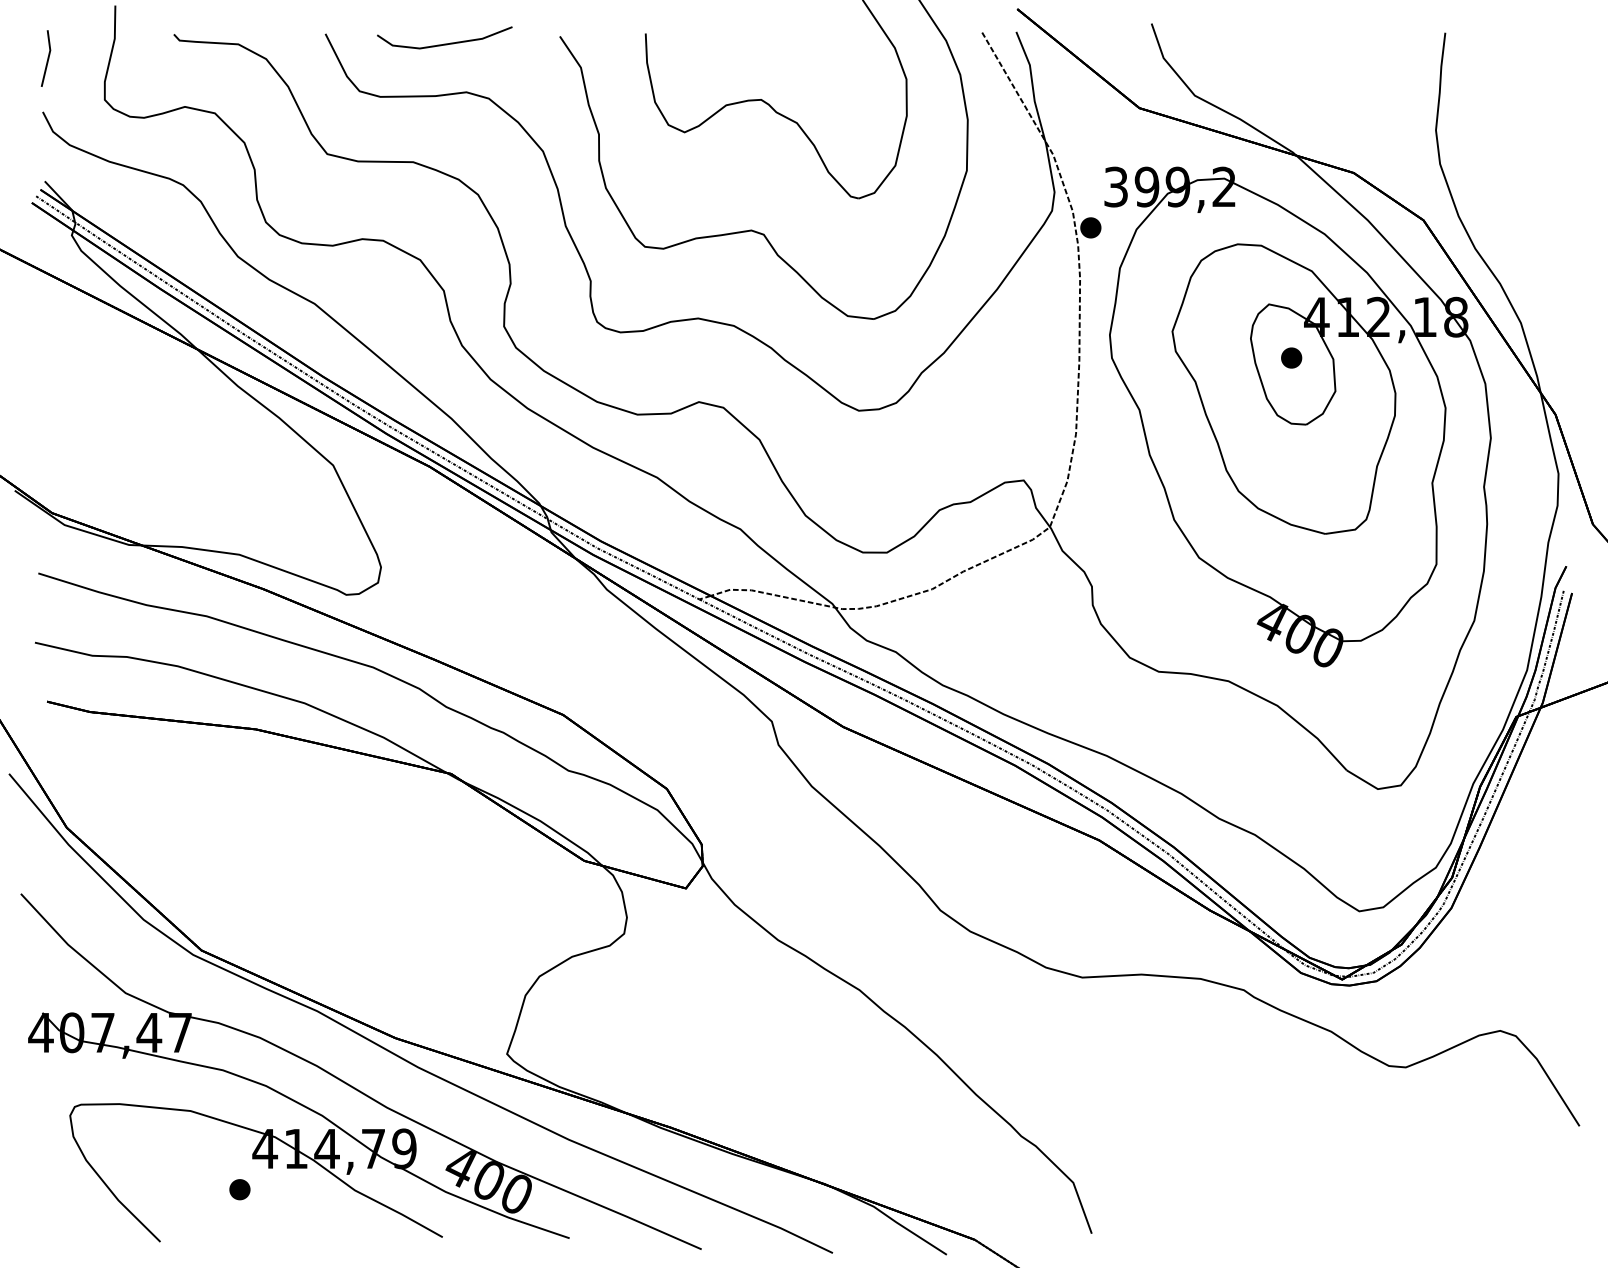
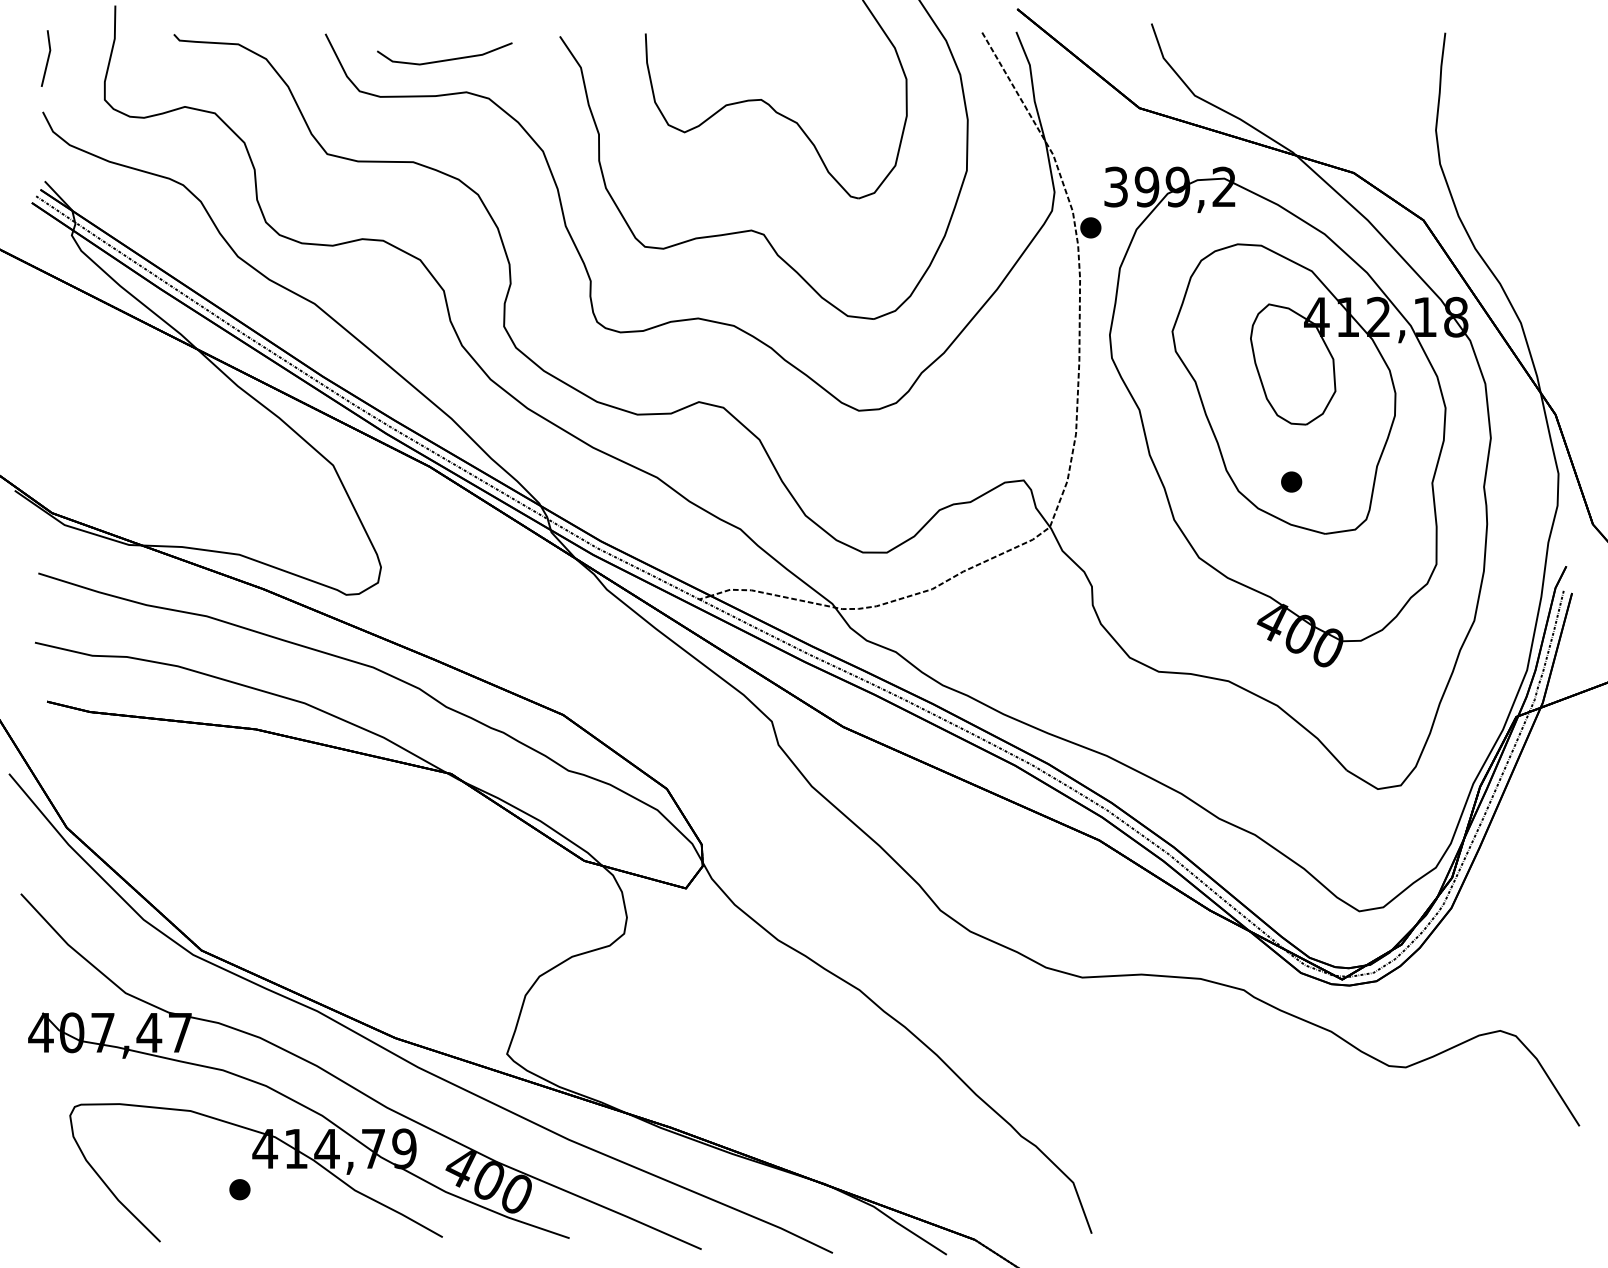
line at (444, 43) position: (444, 43) -> (444, 59)
part at (1291, 357) position: (1291, 357) -> (1291, 481)
